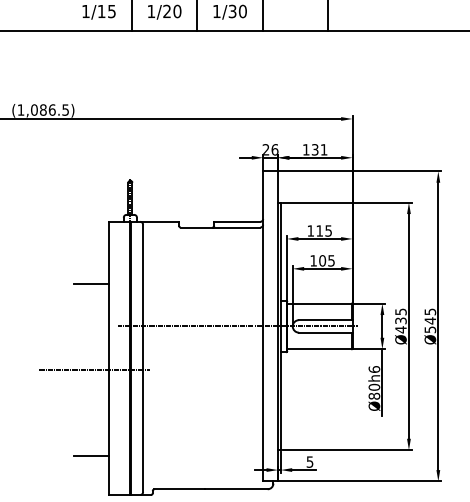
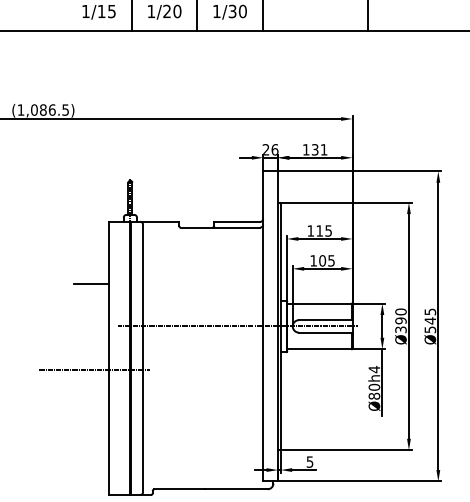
line at (328, 16) position: (328, 16) -> (368, 16)
text at (400, 320): Ø435 -> Ø390
text at (374, 369): Ø80h6 -> Ø80h4
line at (90, 455): present -> none
